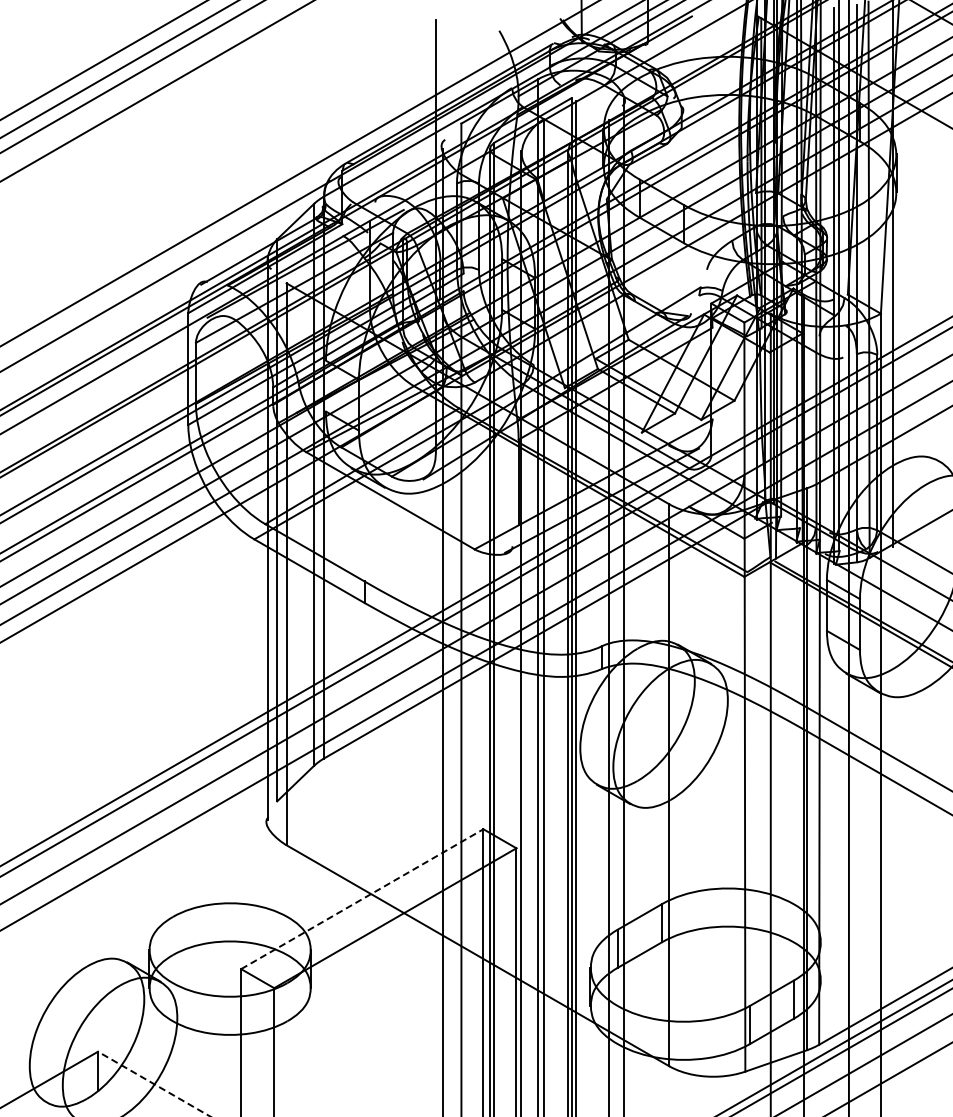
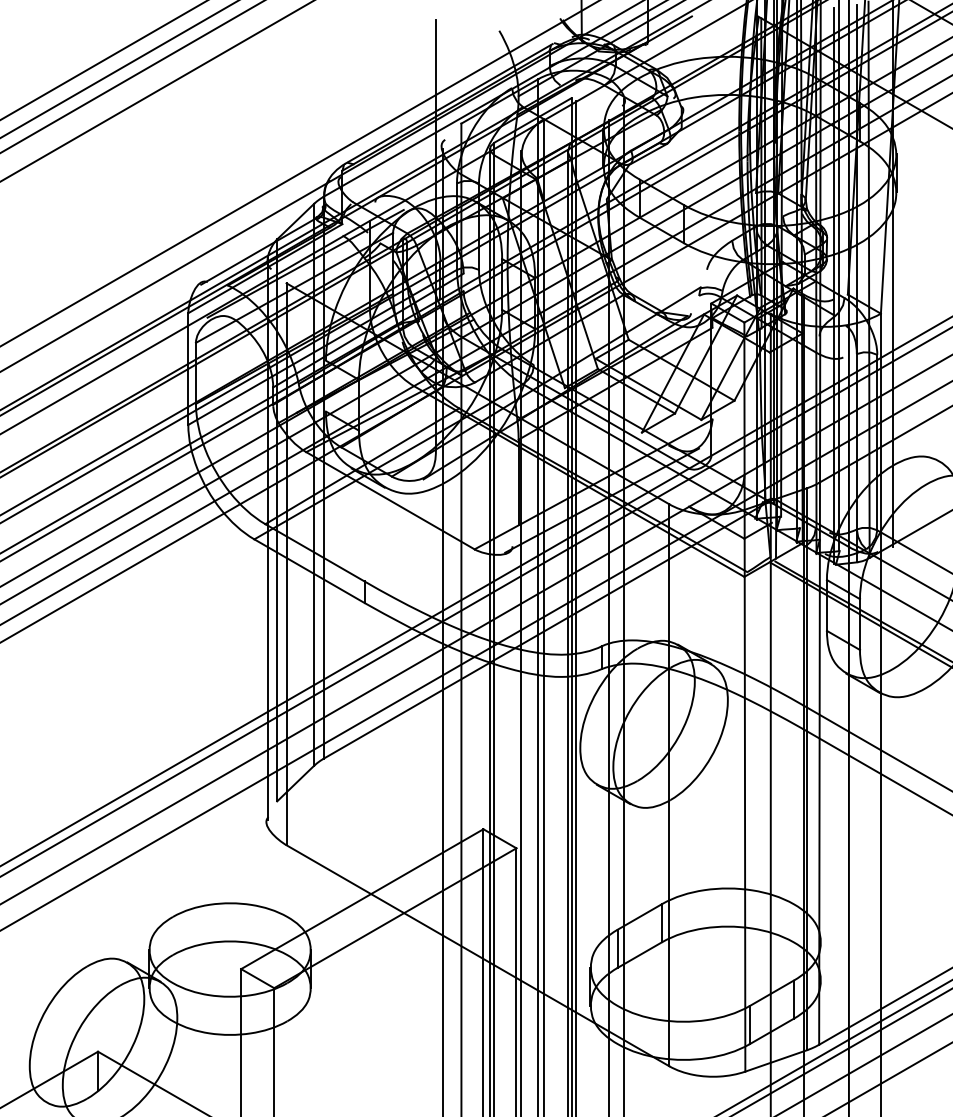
line at (362, 899): dashed -> solid
line at (154, 1084): dashed -> solid
